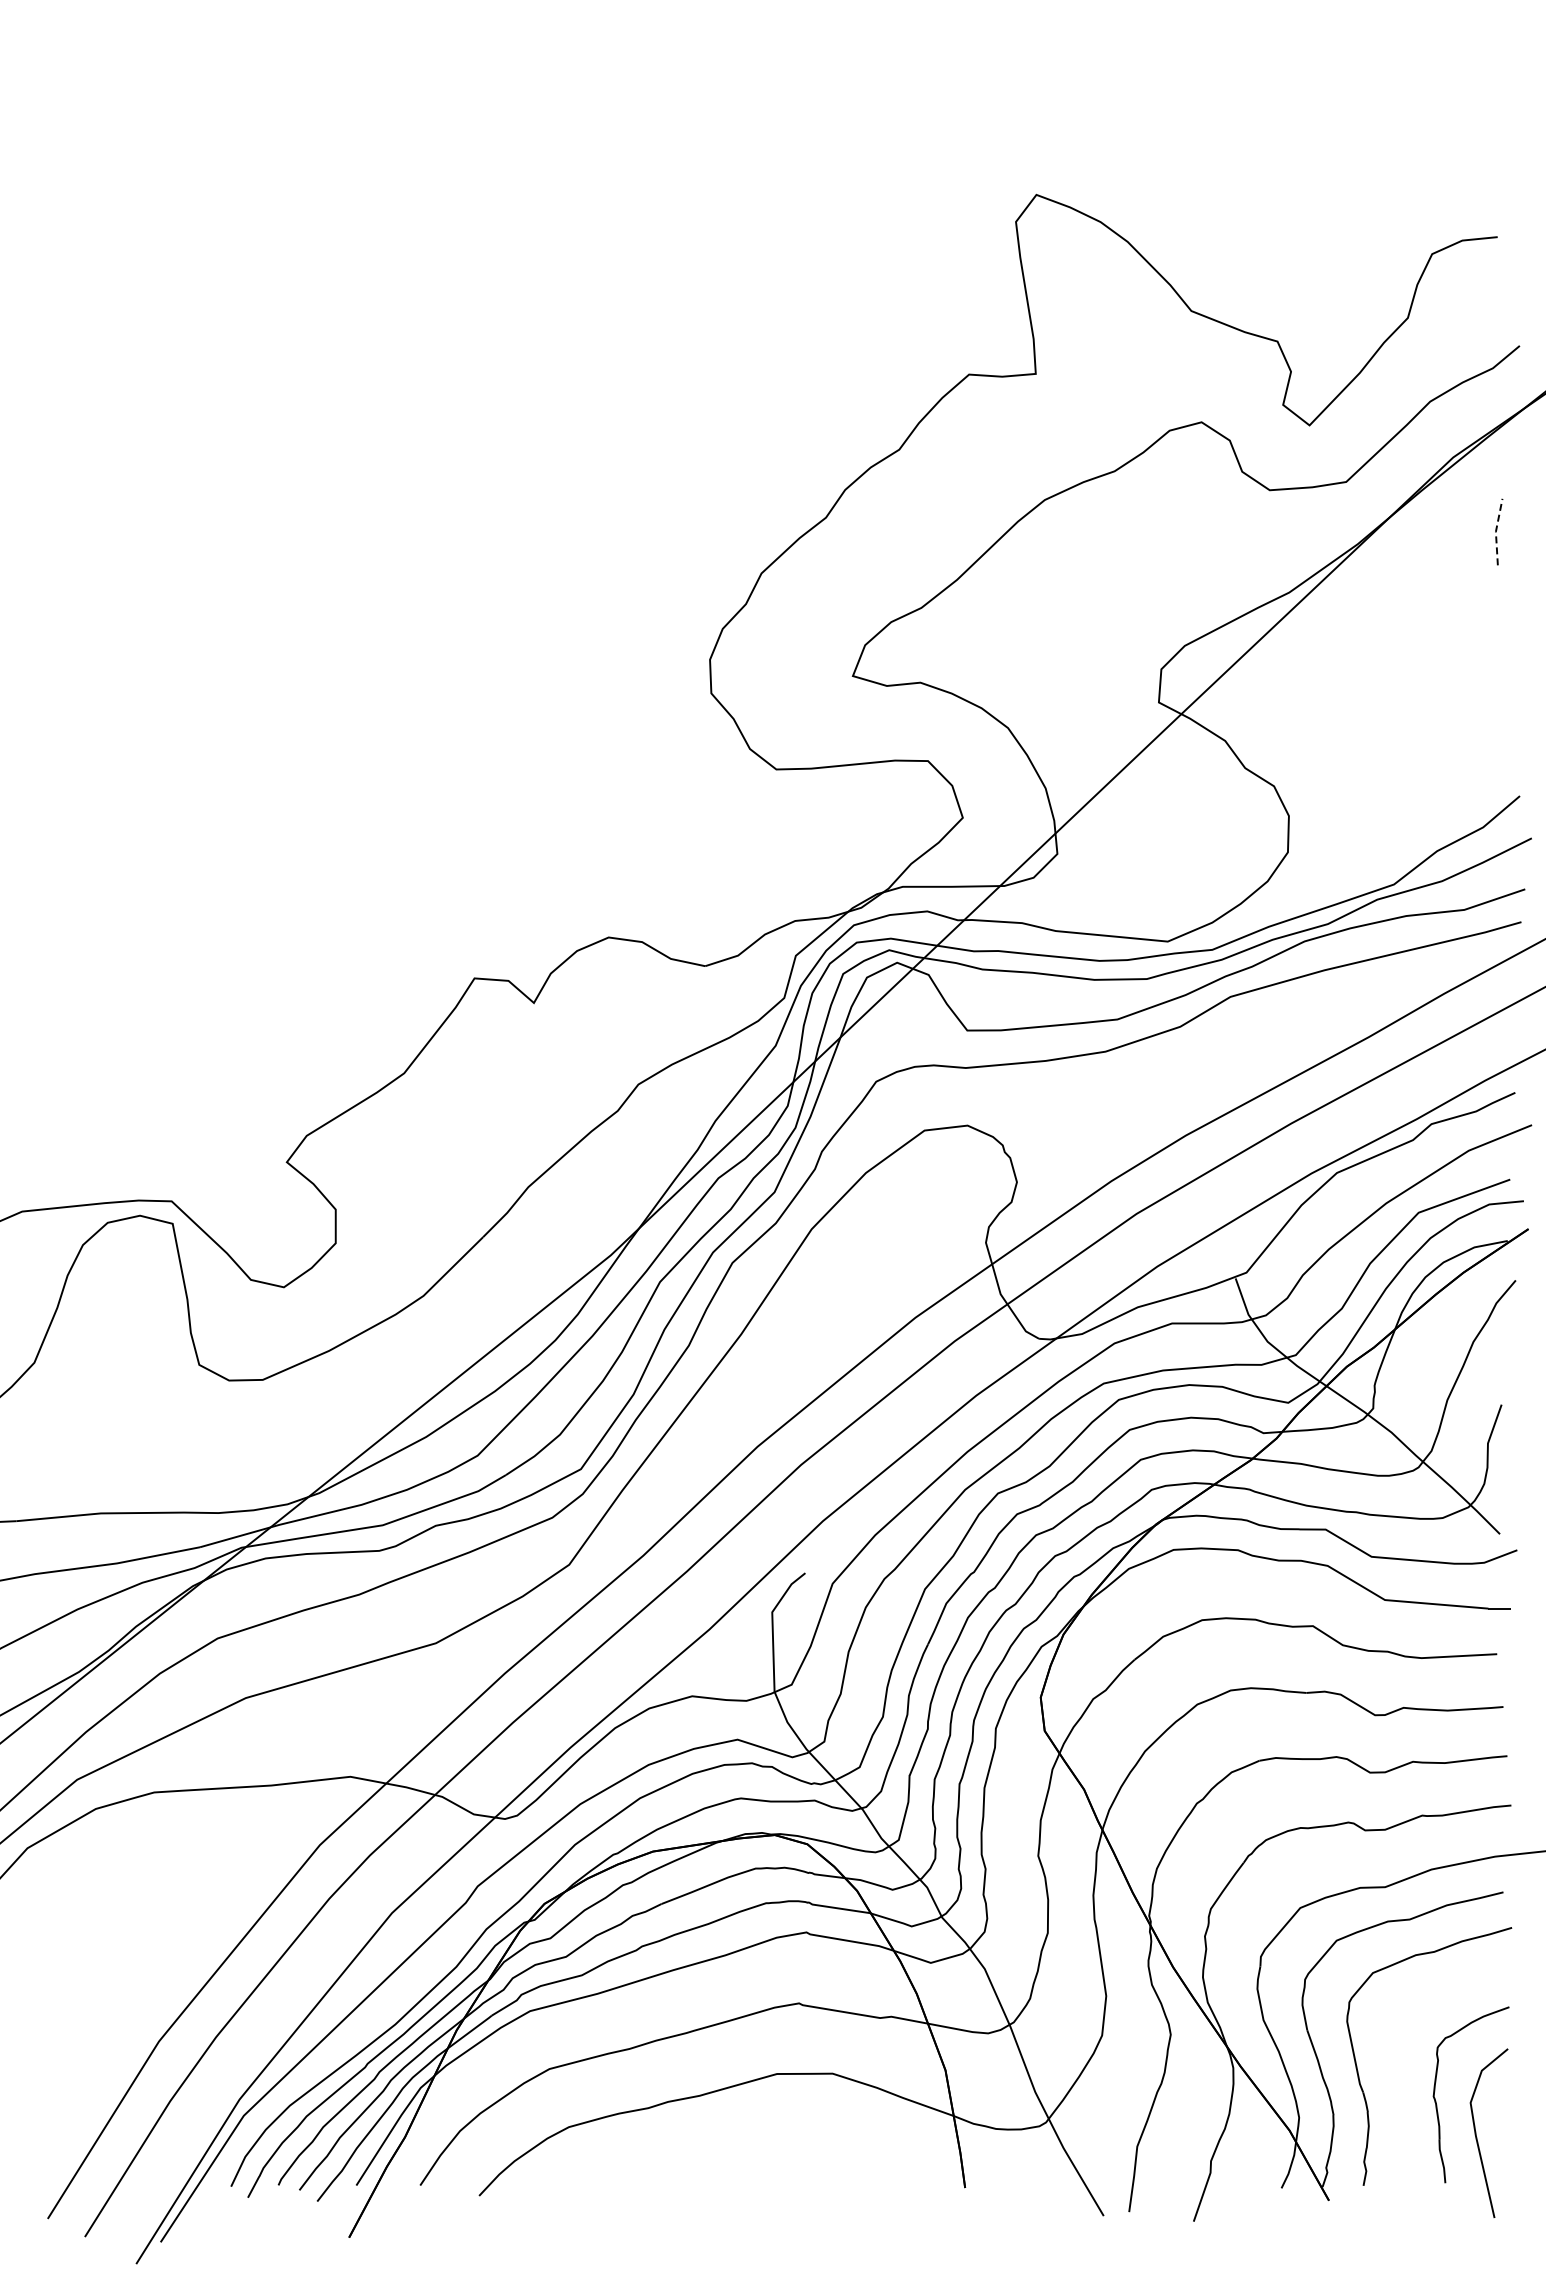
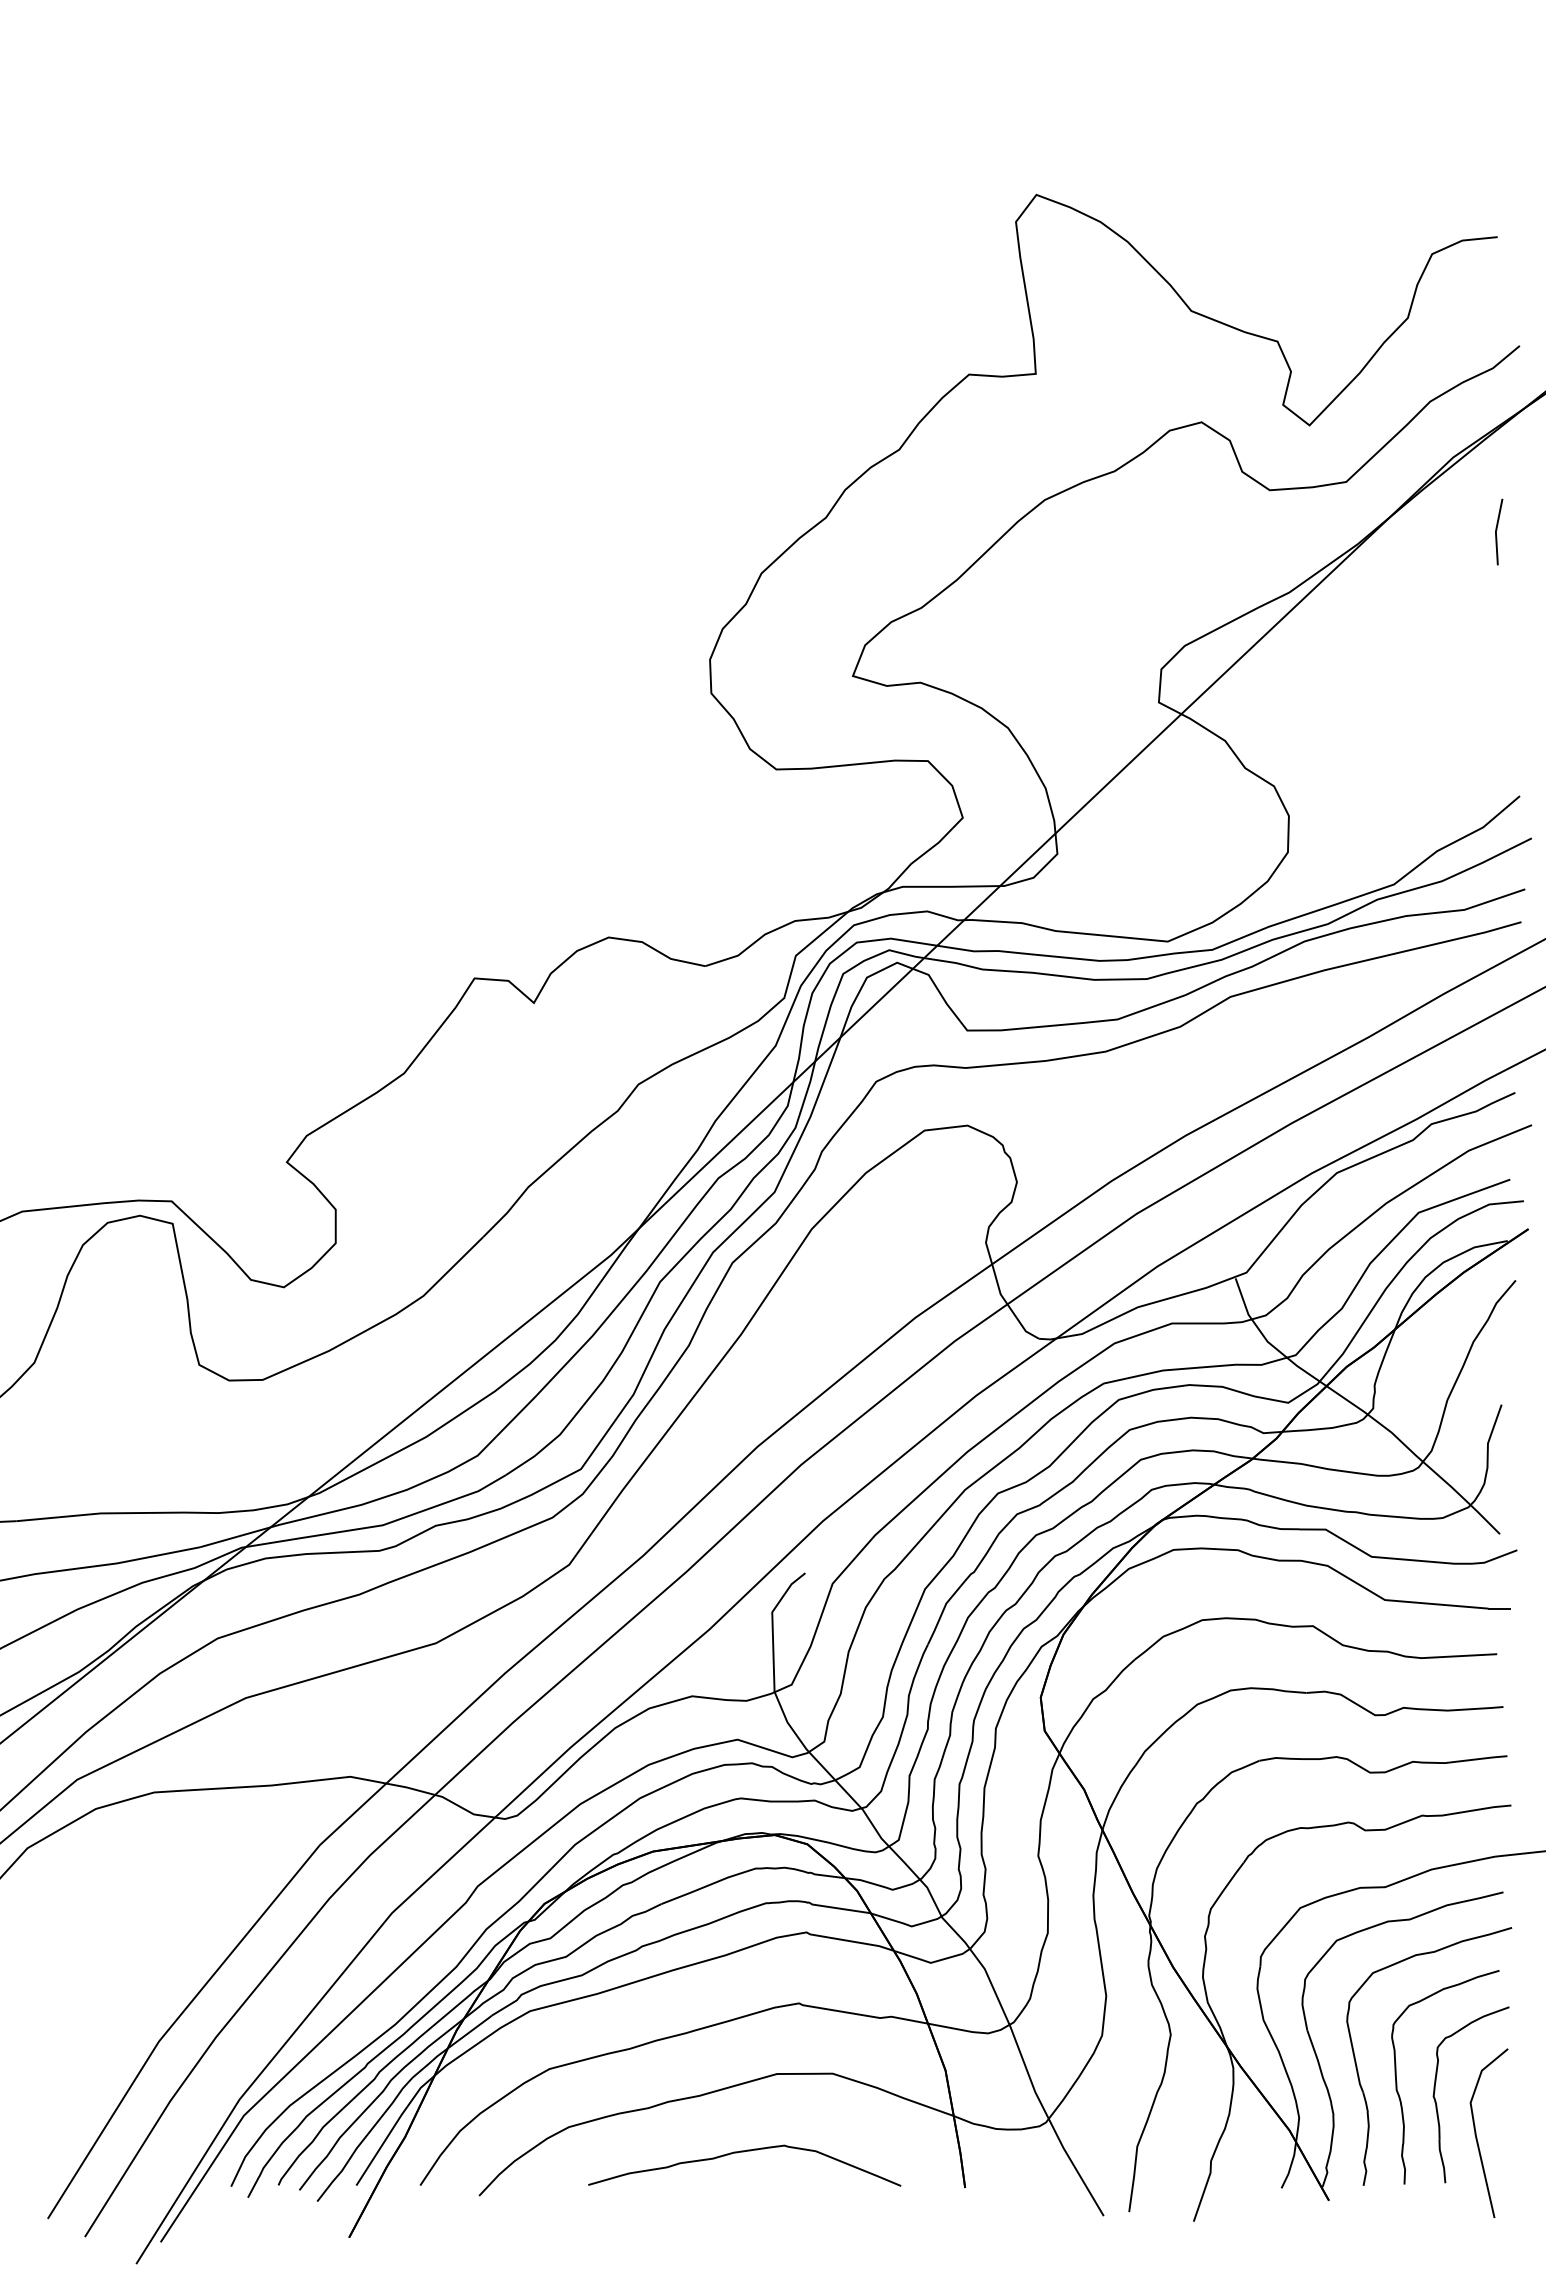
line at (1495, 531): dashed -> solid
part at (1397, 2081): none -> present
curve at (744, 2152): none -> present
